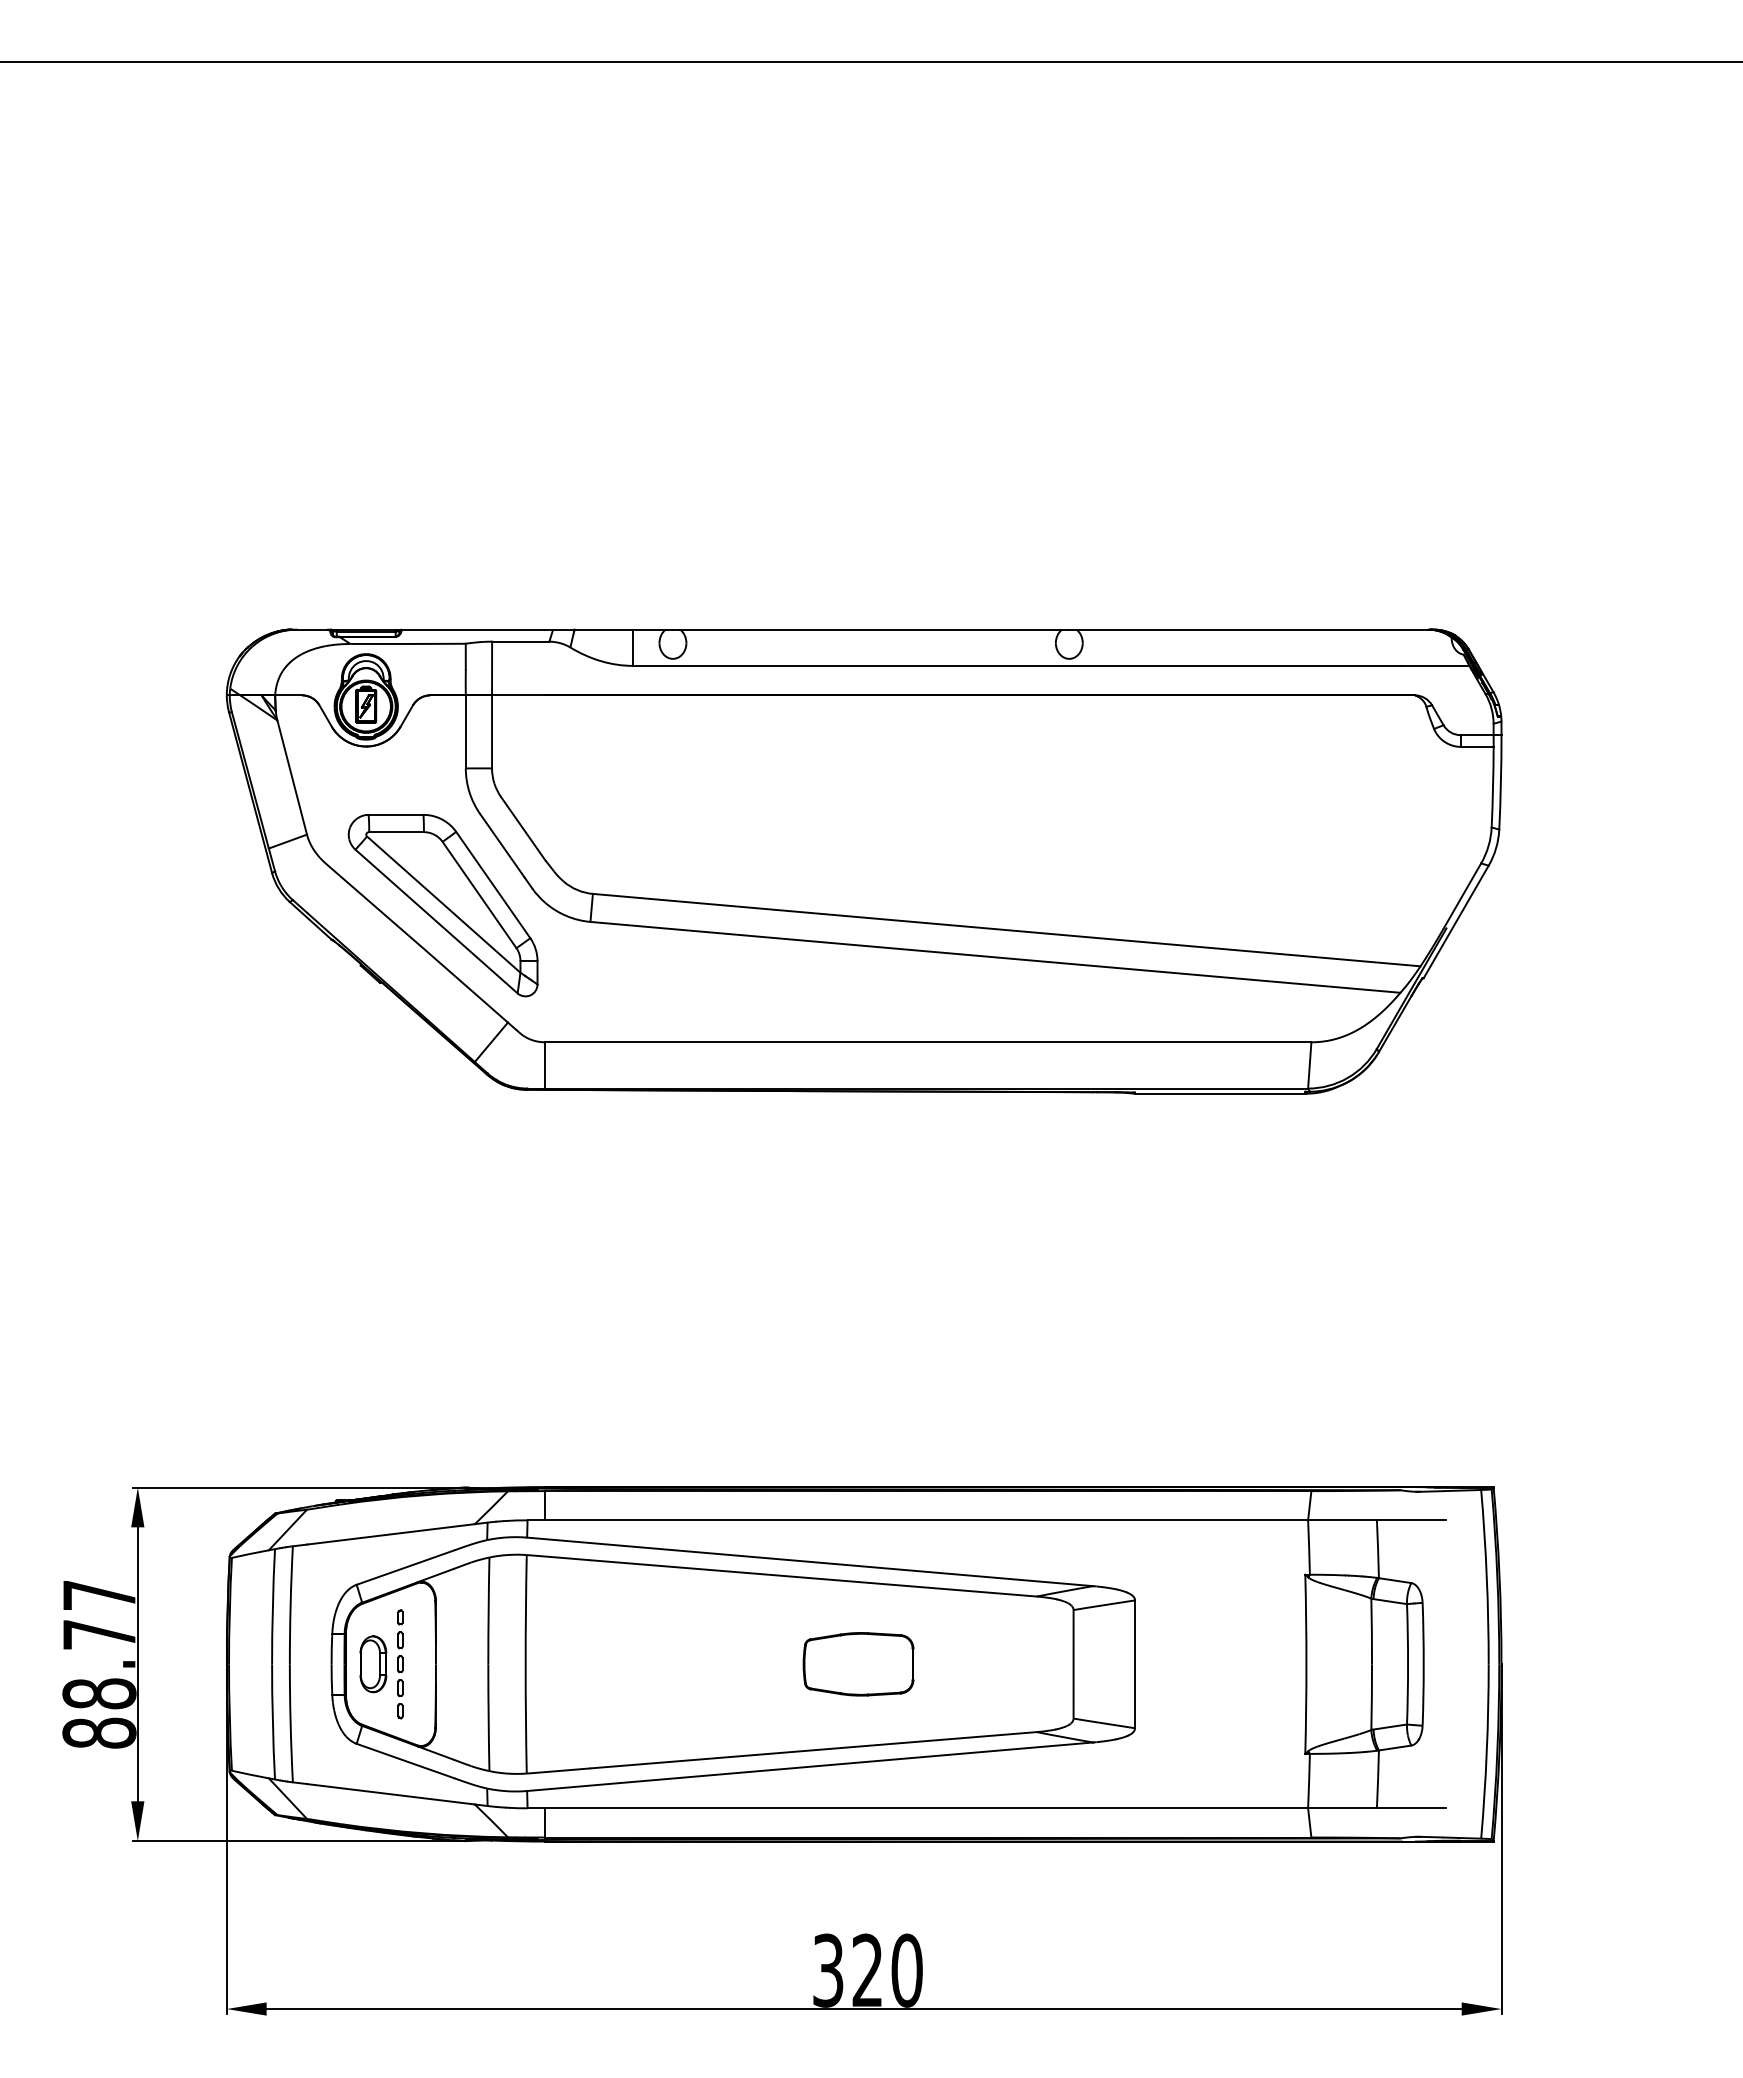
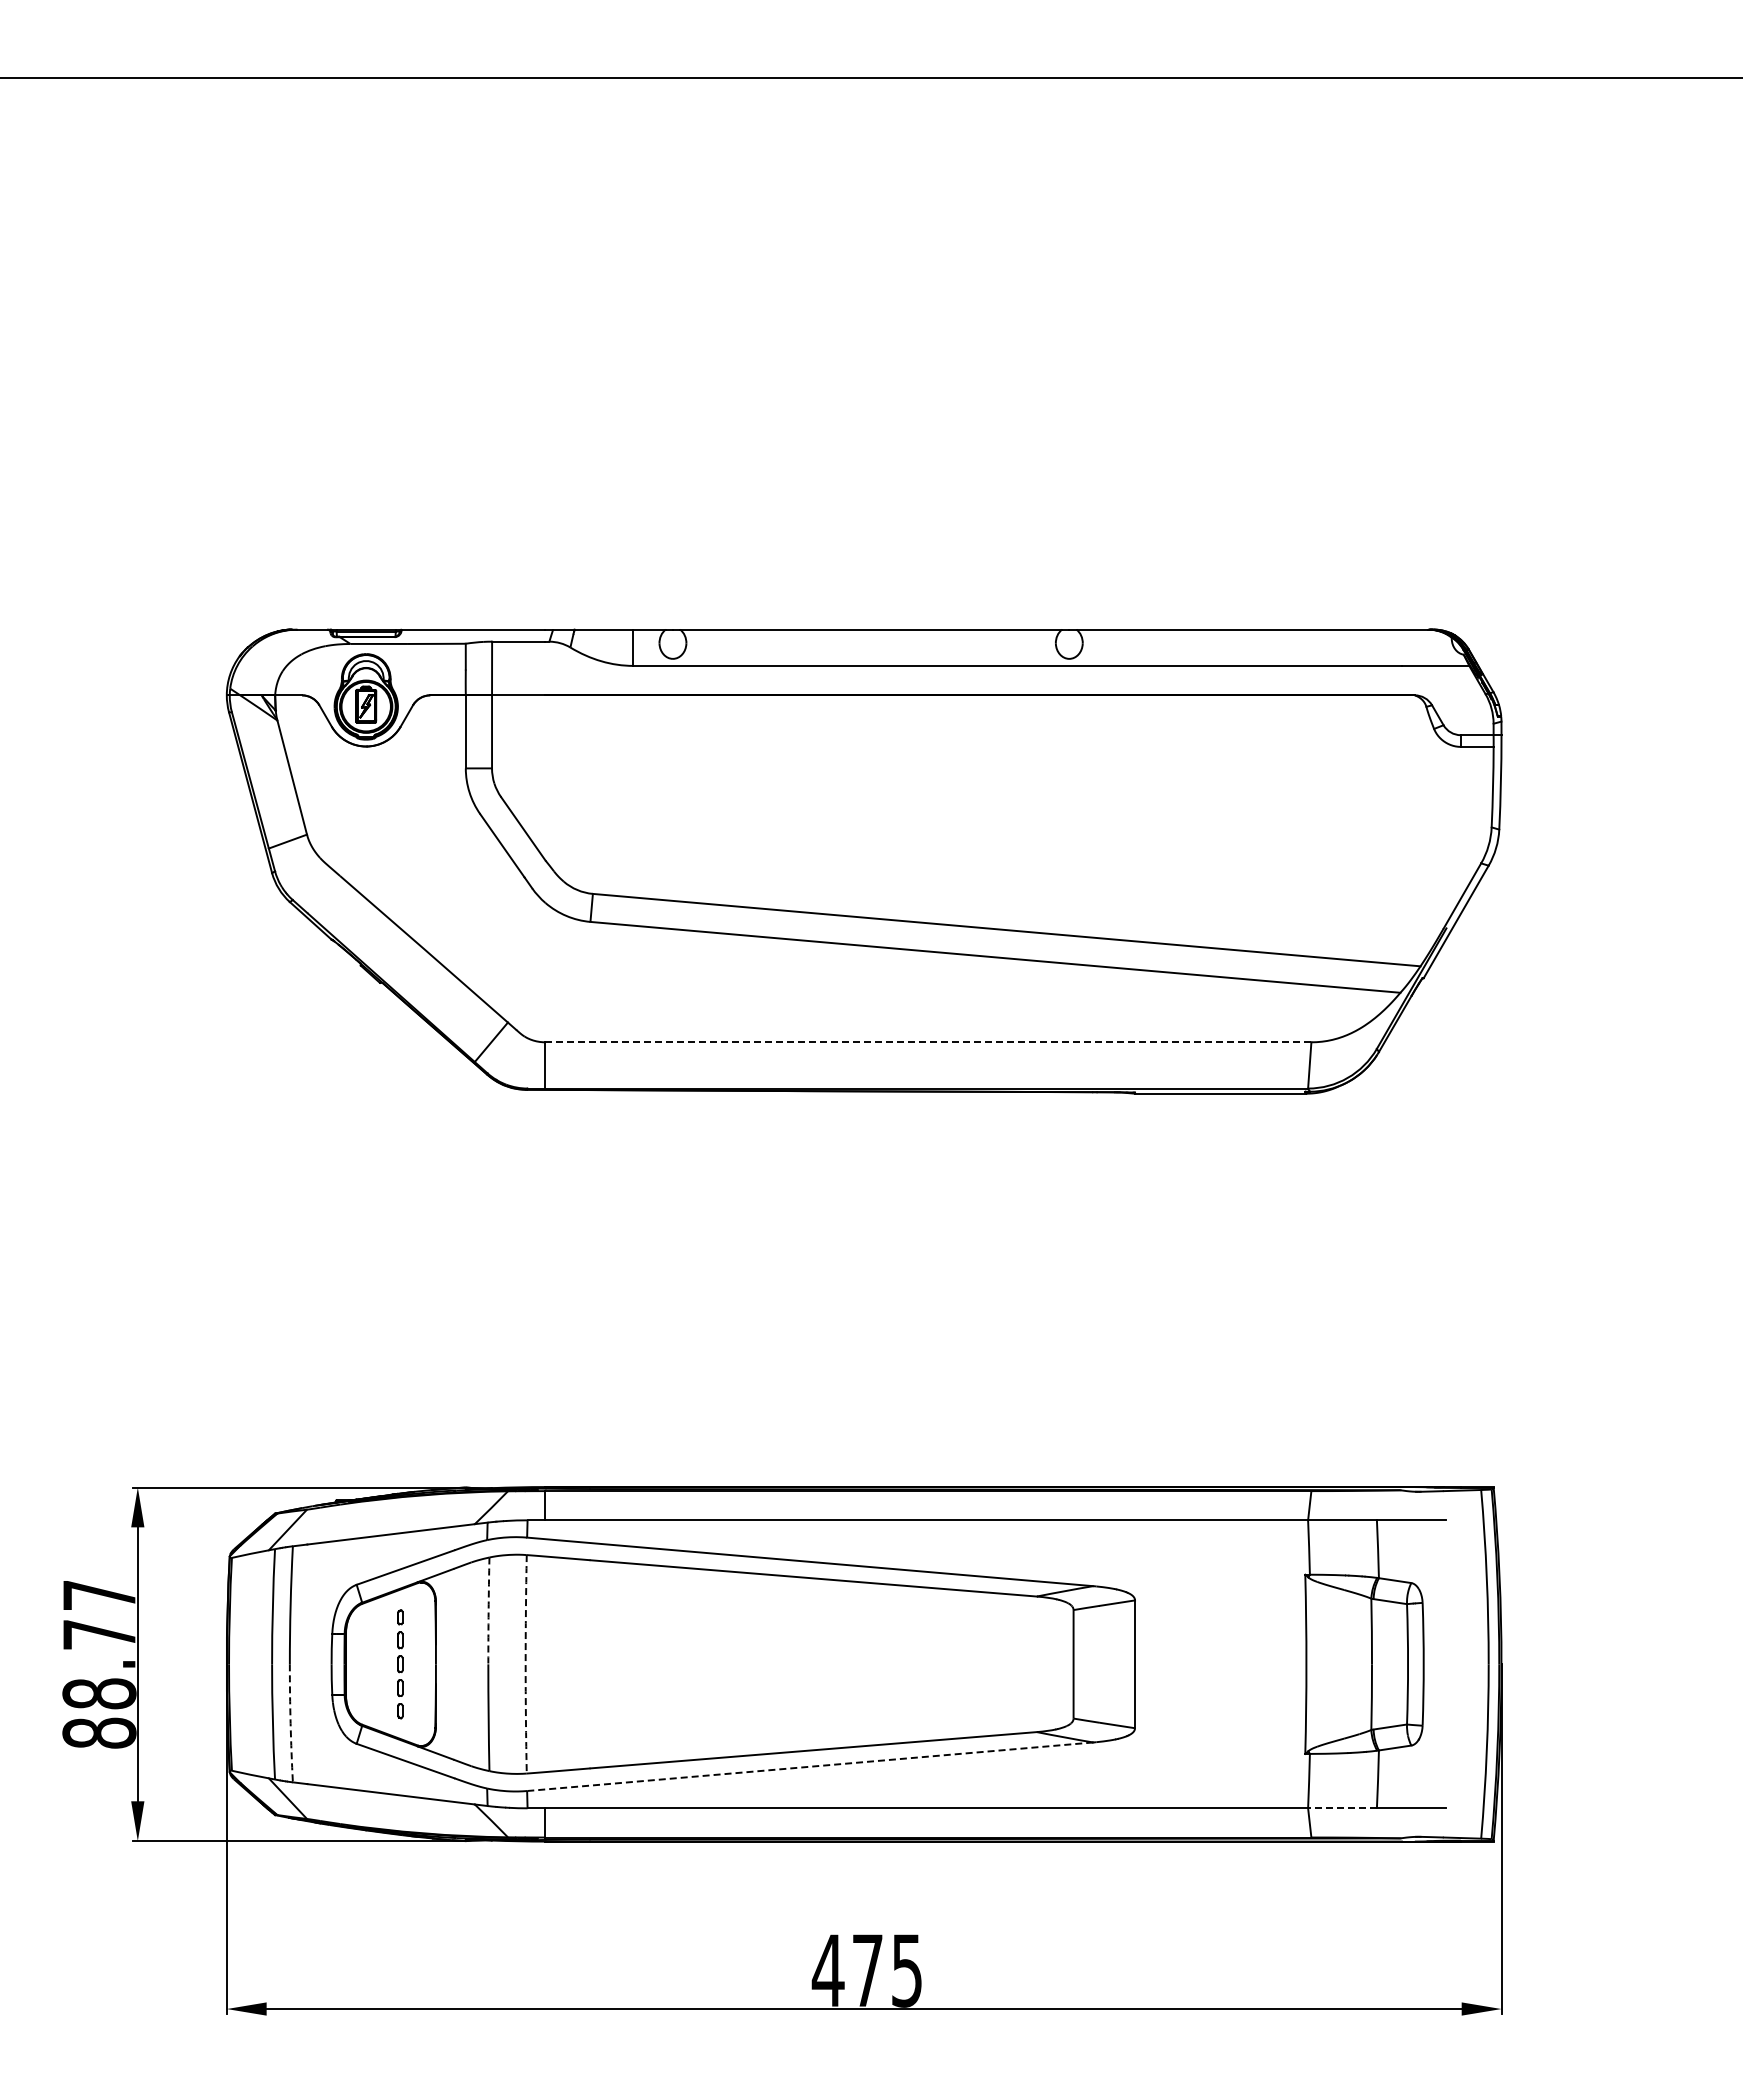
line at (870, 62) position: (870, 62) -> (870, 78)
part at (442, 905): present -> none
line at (928, 1042): solid -> dashed
arc at (488, 1610): solid -> dashed
part at (373, 1664): present -> none
arc at (525, 1664): solid -> dashed
part at (858, 1664): present -> none
arc at (290, 1723): solid -> dashed
line at (809, 1766): solid -> dashed
line at (1342, 1808): solid -> dashed
text at (866, 1970): 320 -> 475
